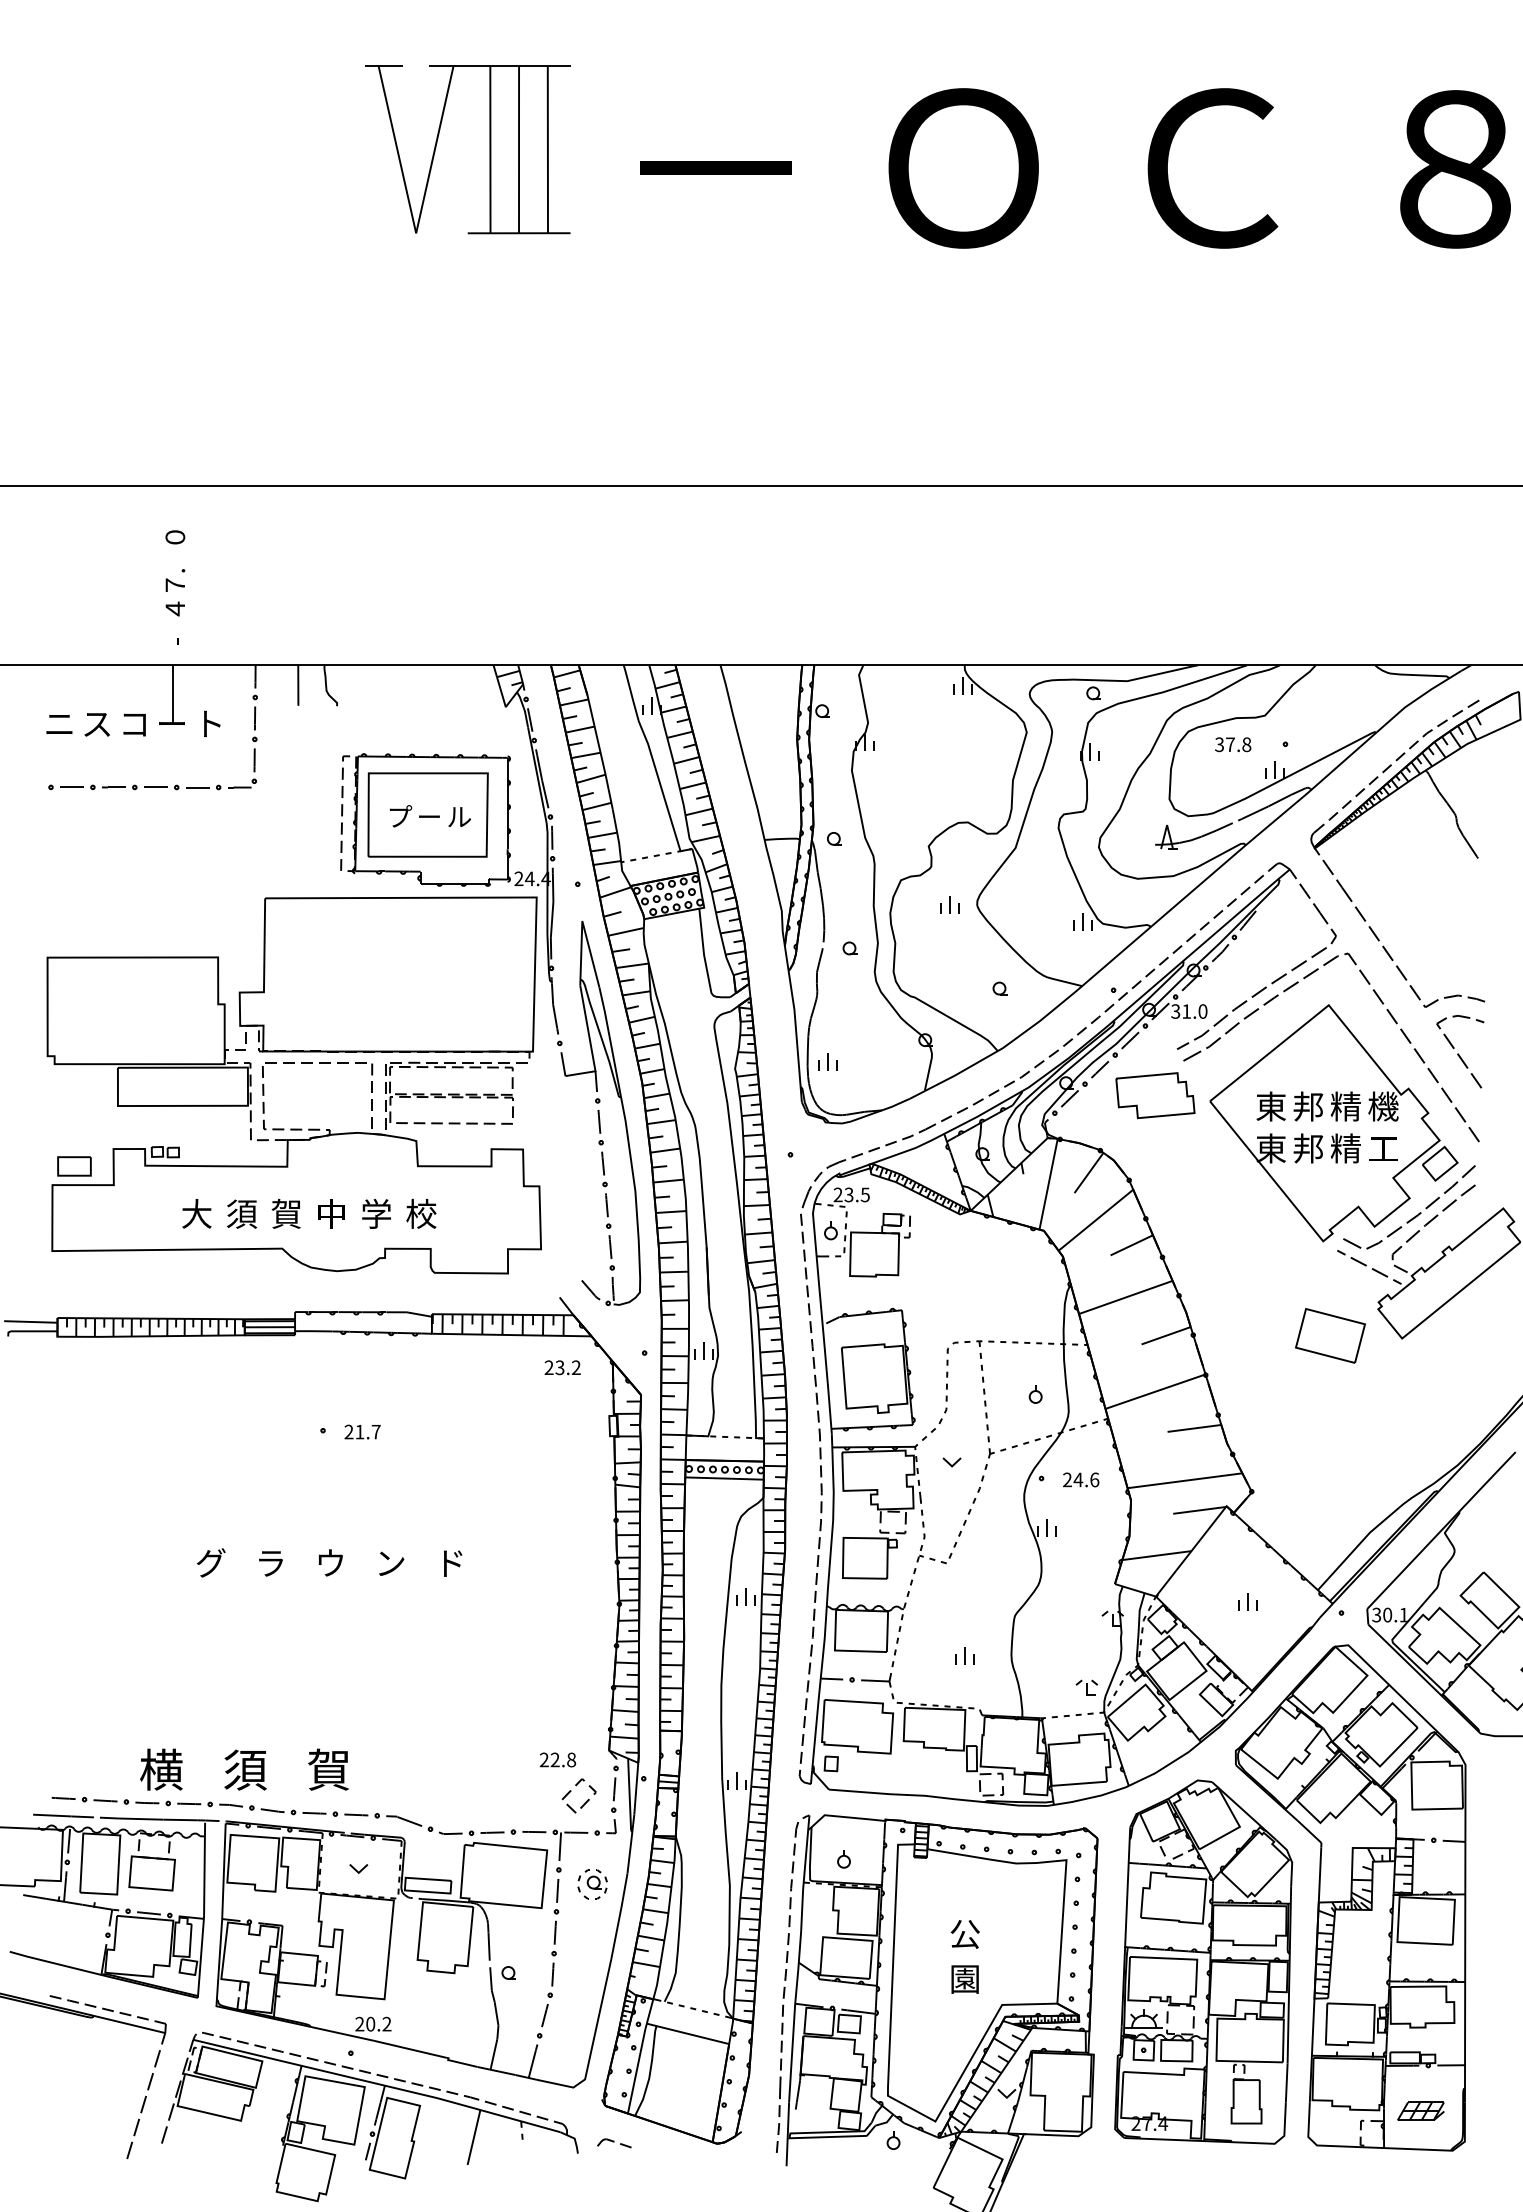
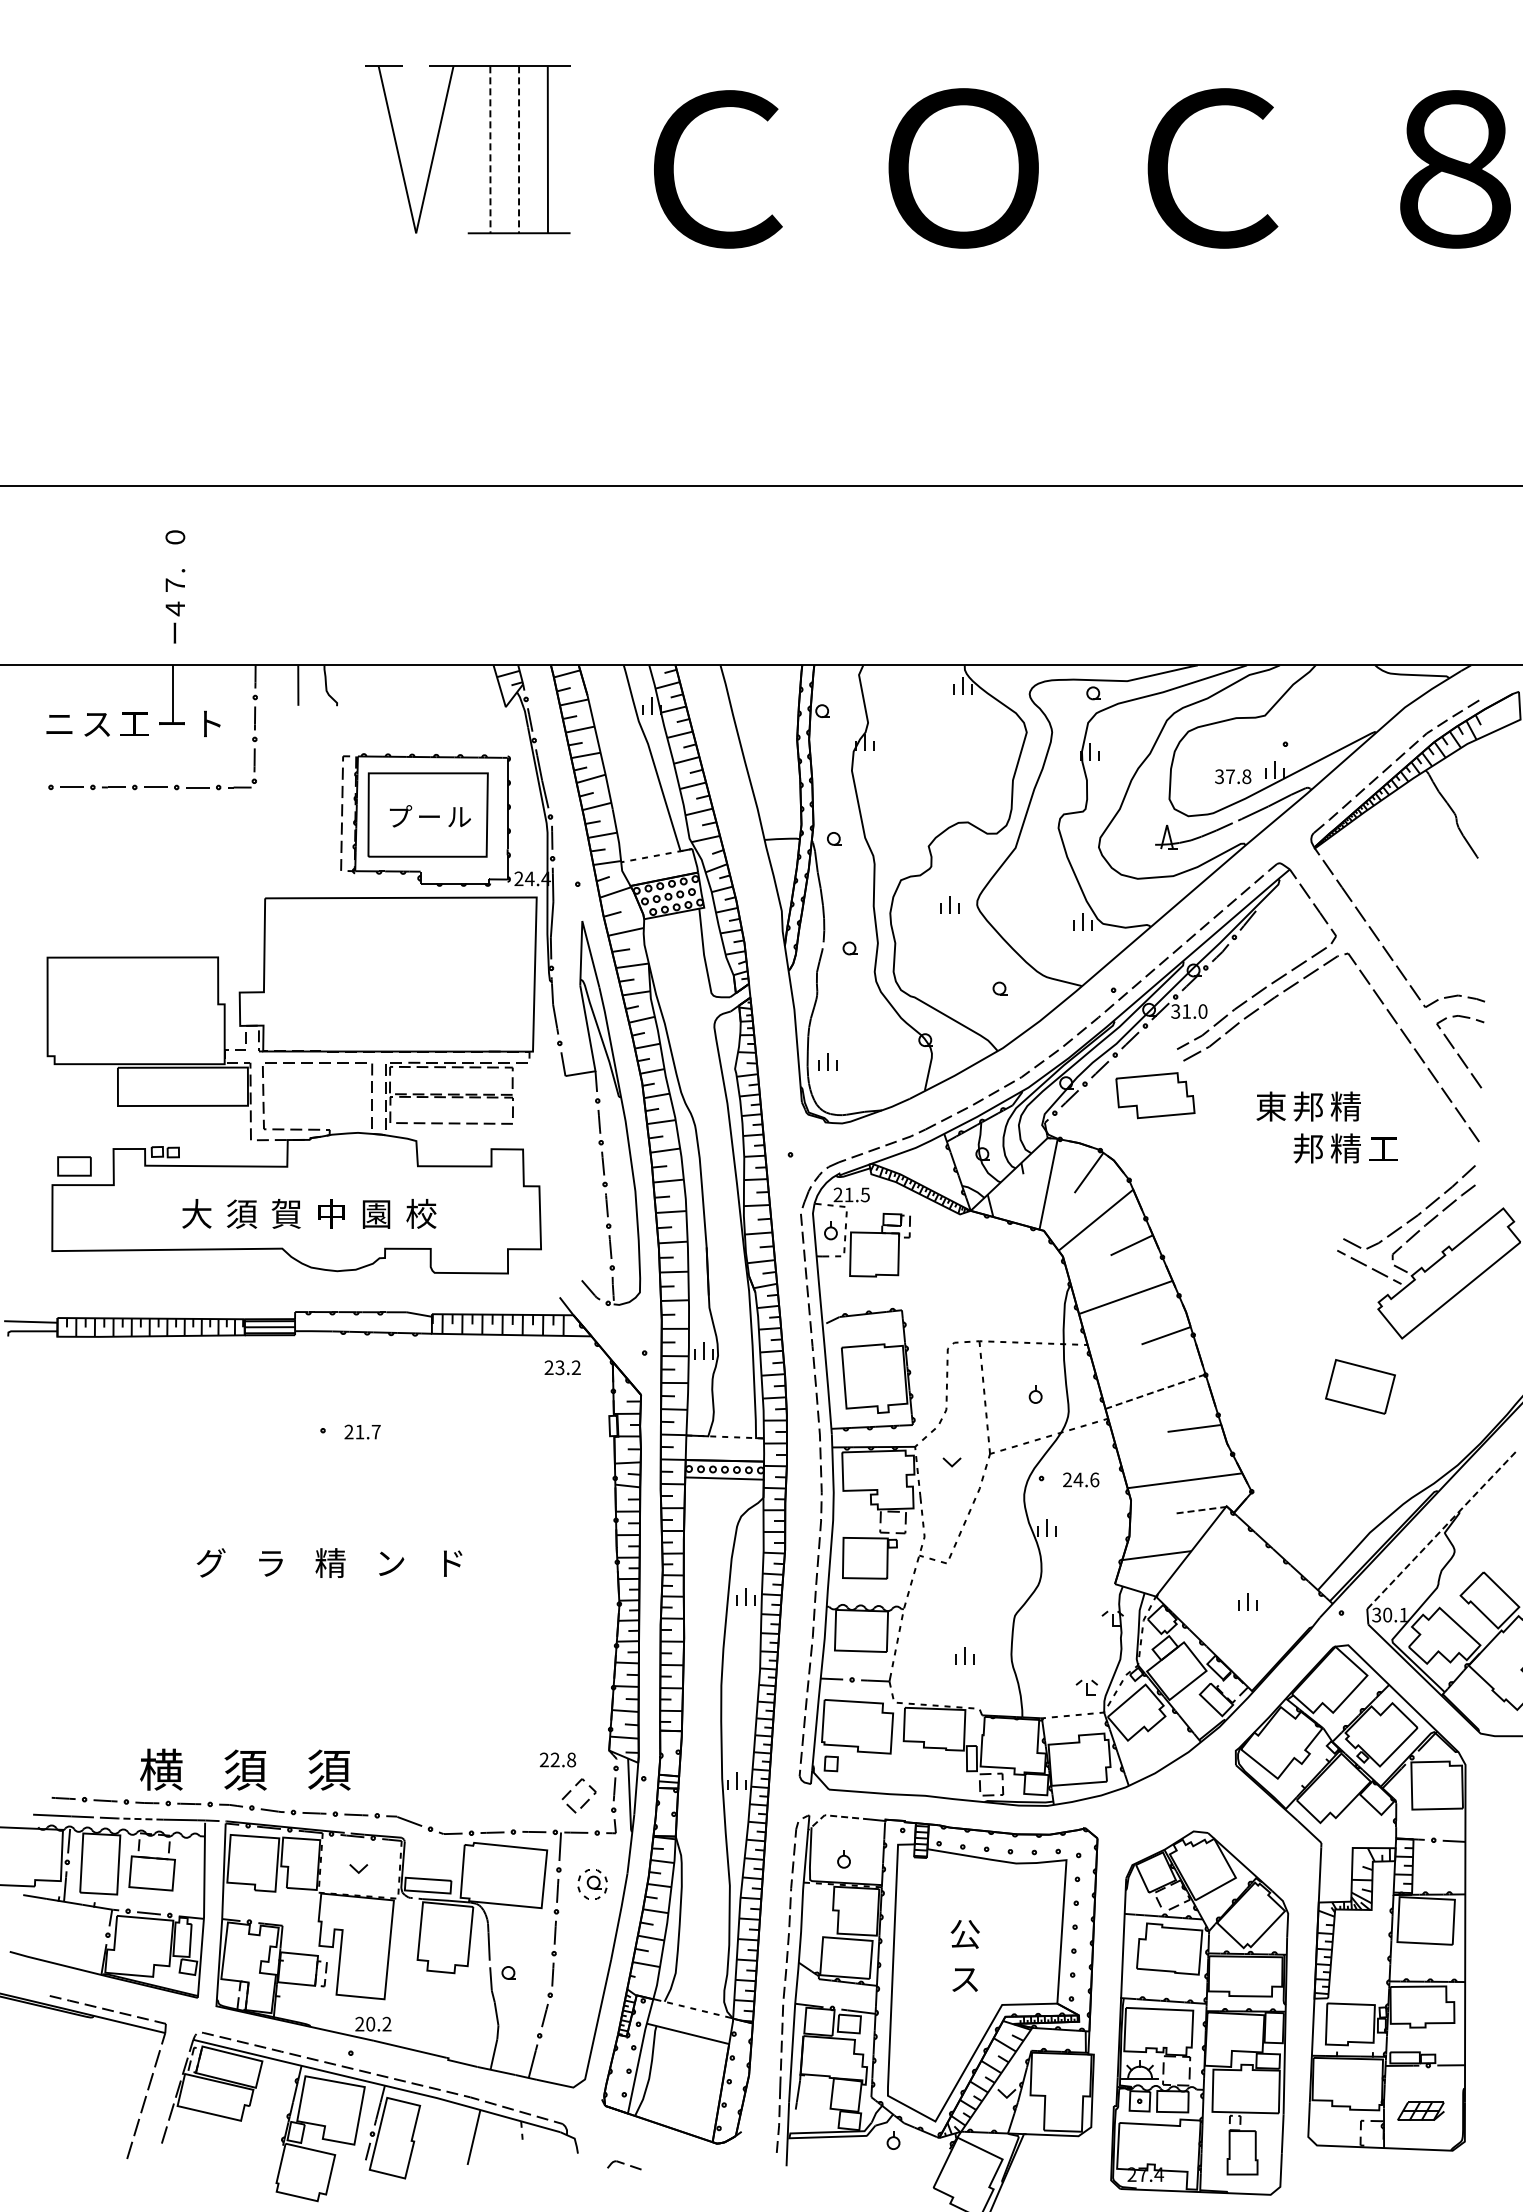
line at (490, 150): solid -> dashed
line at (519, 150): solid -> dashed
text at (715, 169): － -> Ｃ
text at (175, 633): - -> ー
text at (134, 724): コ -> 工
text at (1233, 744) position: (1233, 744) -> (1233, 776)
part at (1333, 1123): present -> none
text at (848, 1194): 23.5 -> 21.5
text at (376, 1213): 学 -> 園
part at (1330, 1335) position: (1330, 1335) -> (1360, 1386)
line at (1155, 1391): solid -> dashed
line at (1199, 1510): solid -> dashed
line at (1441, 1530): solid -> dashed
text at (330, 1562): ウ -> 精
text at (329, 1769): 賀 -> 須
line at (834, 1816): solid -> dashed
line at (140, 1819): solid -> dashed
part at (1203, 1961) position: (1203, 1961) -> (1199, 2012)
text at (964, 1979): 園 -> ス
part at (614, 2143) position: (614, 2143) -> (624, 2165)
